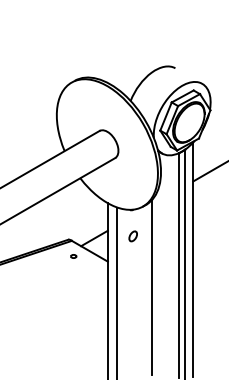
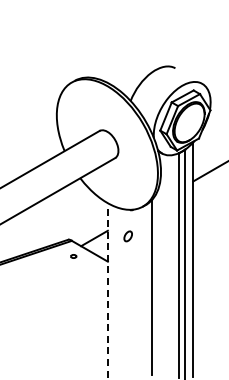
part at (132, 236) position: (132, 236) -> (127, 236)
line at (107, 291): solid -> dashed
line at (117, 291): present -> none
